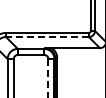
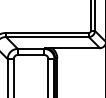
line at (46, 37): dashed -> solid
line at (48, 78): dashed -> solid
